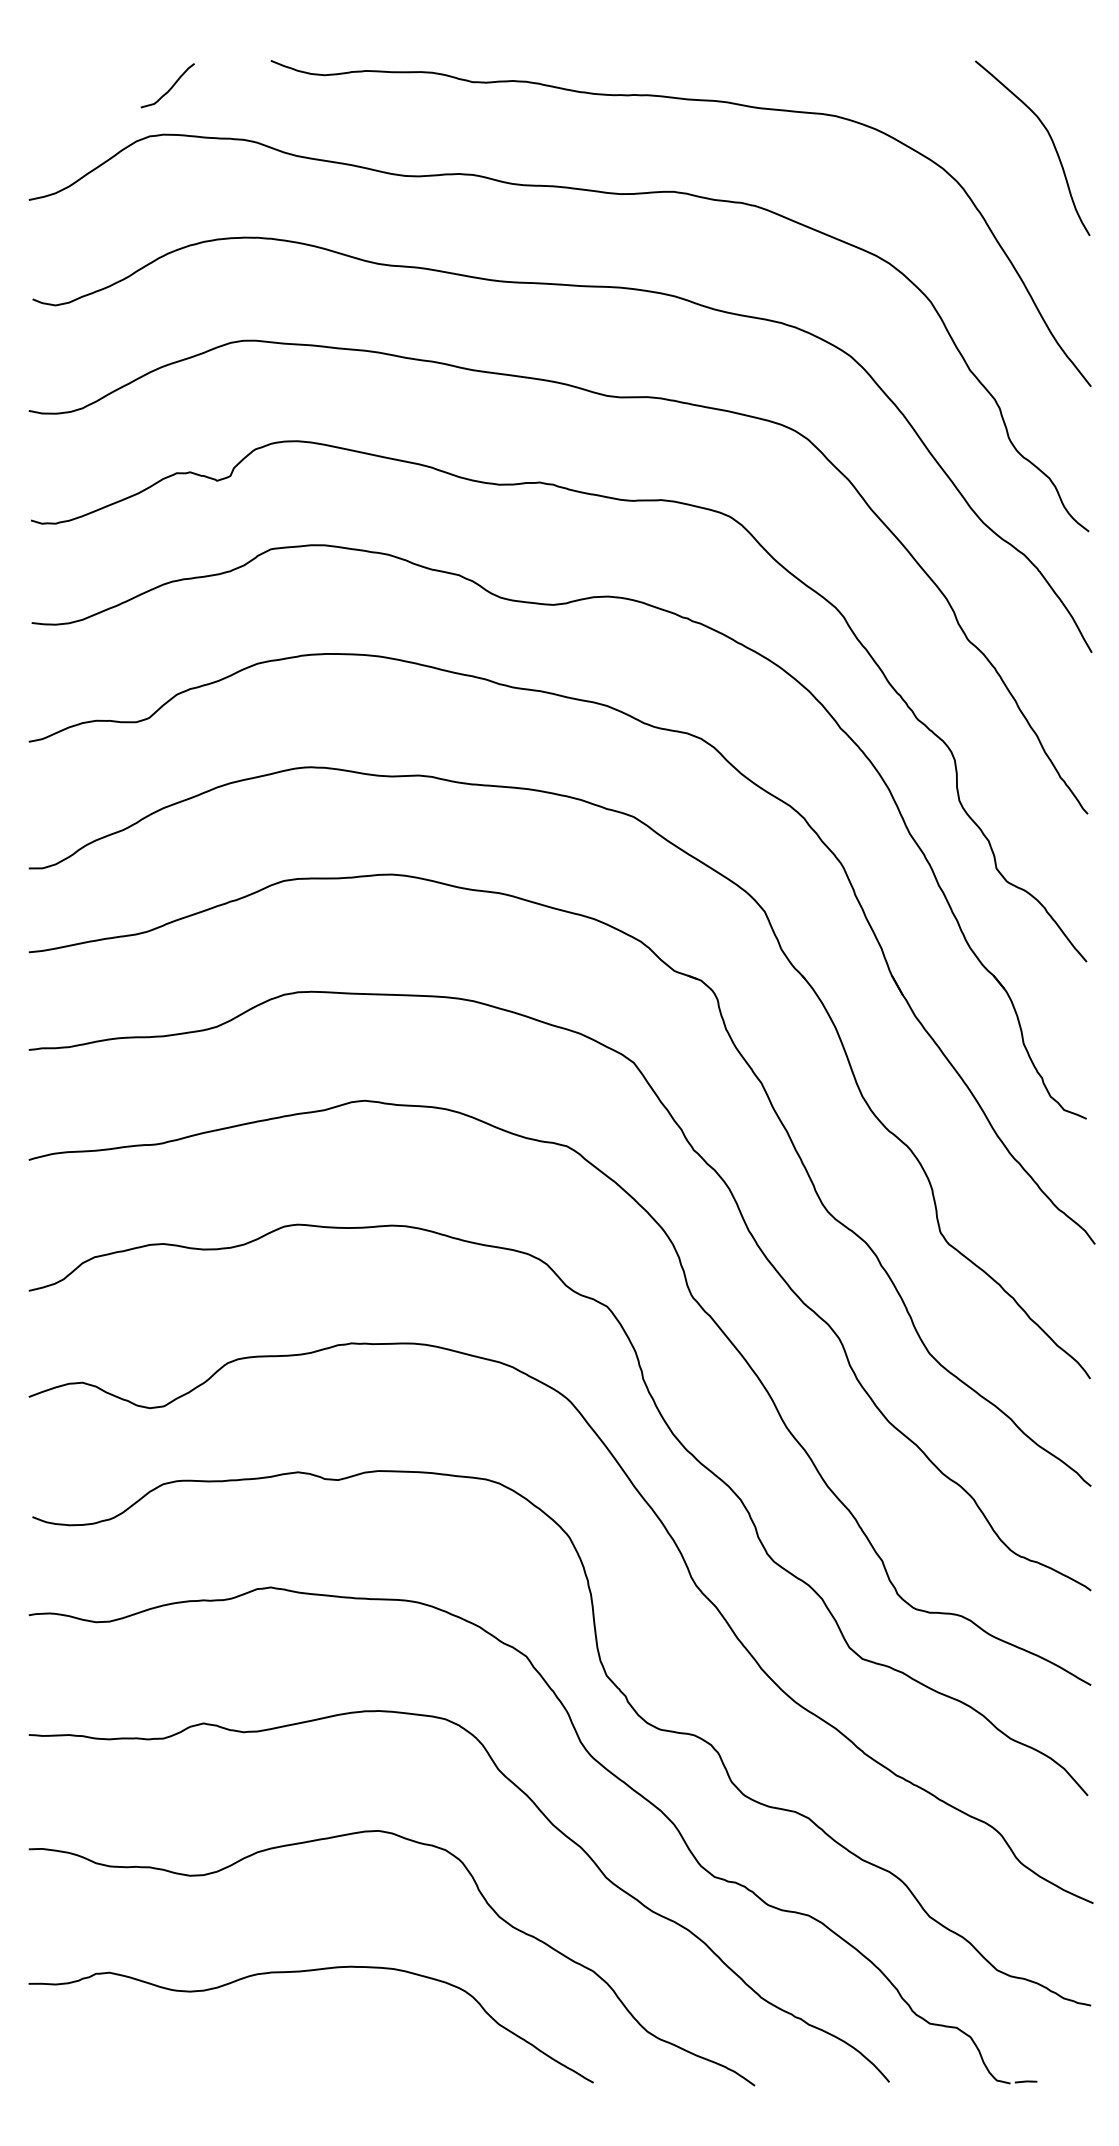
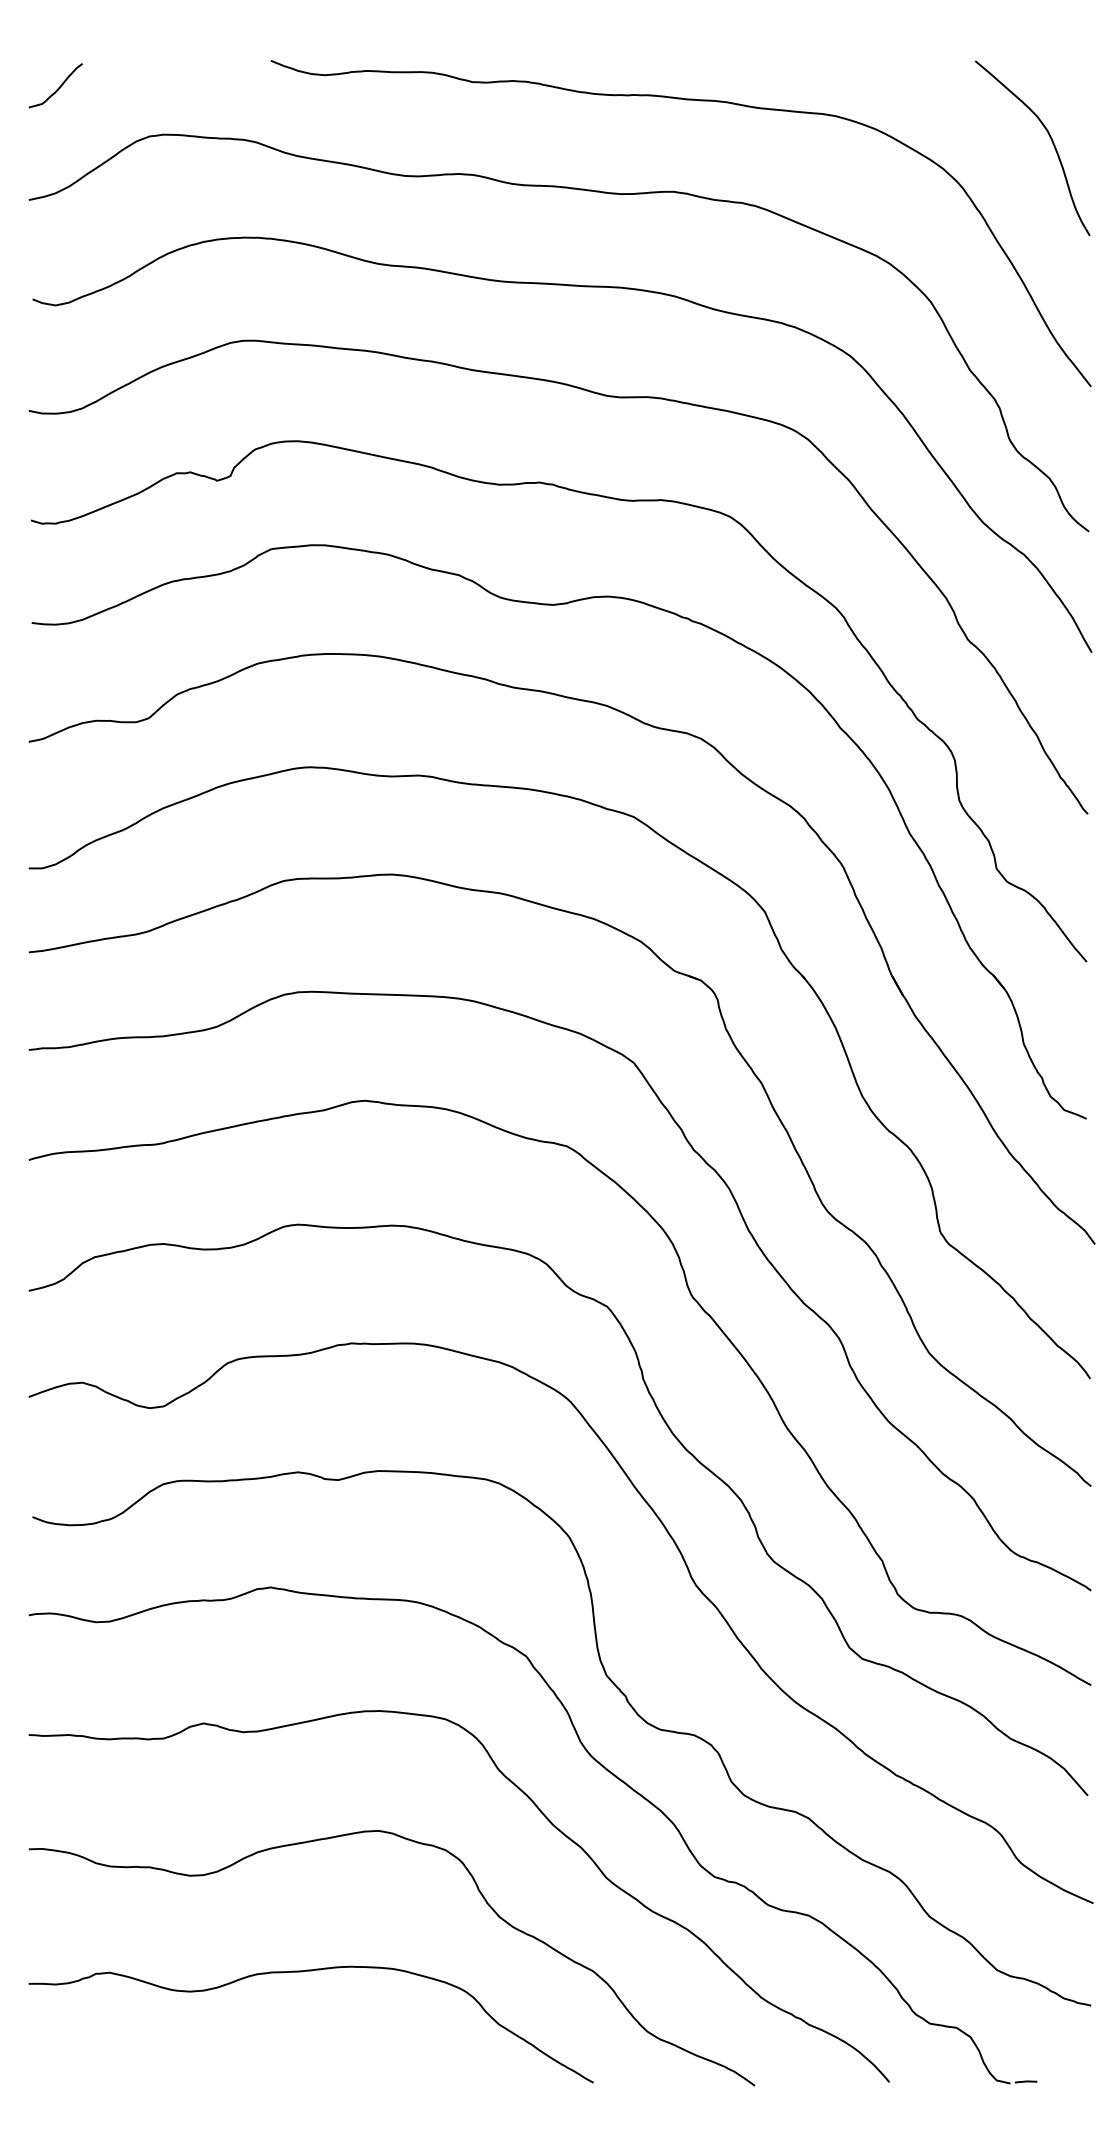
curve at (170, 87) position: (170, 87) -> (58, 87)
